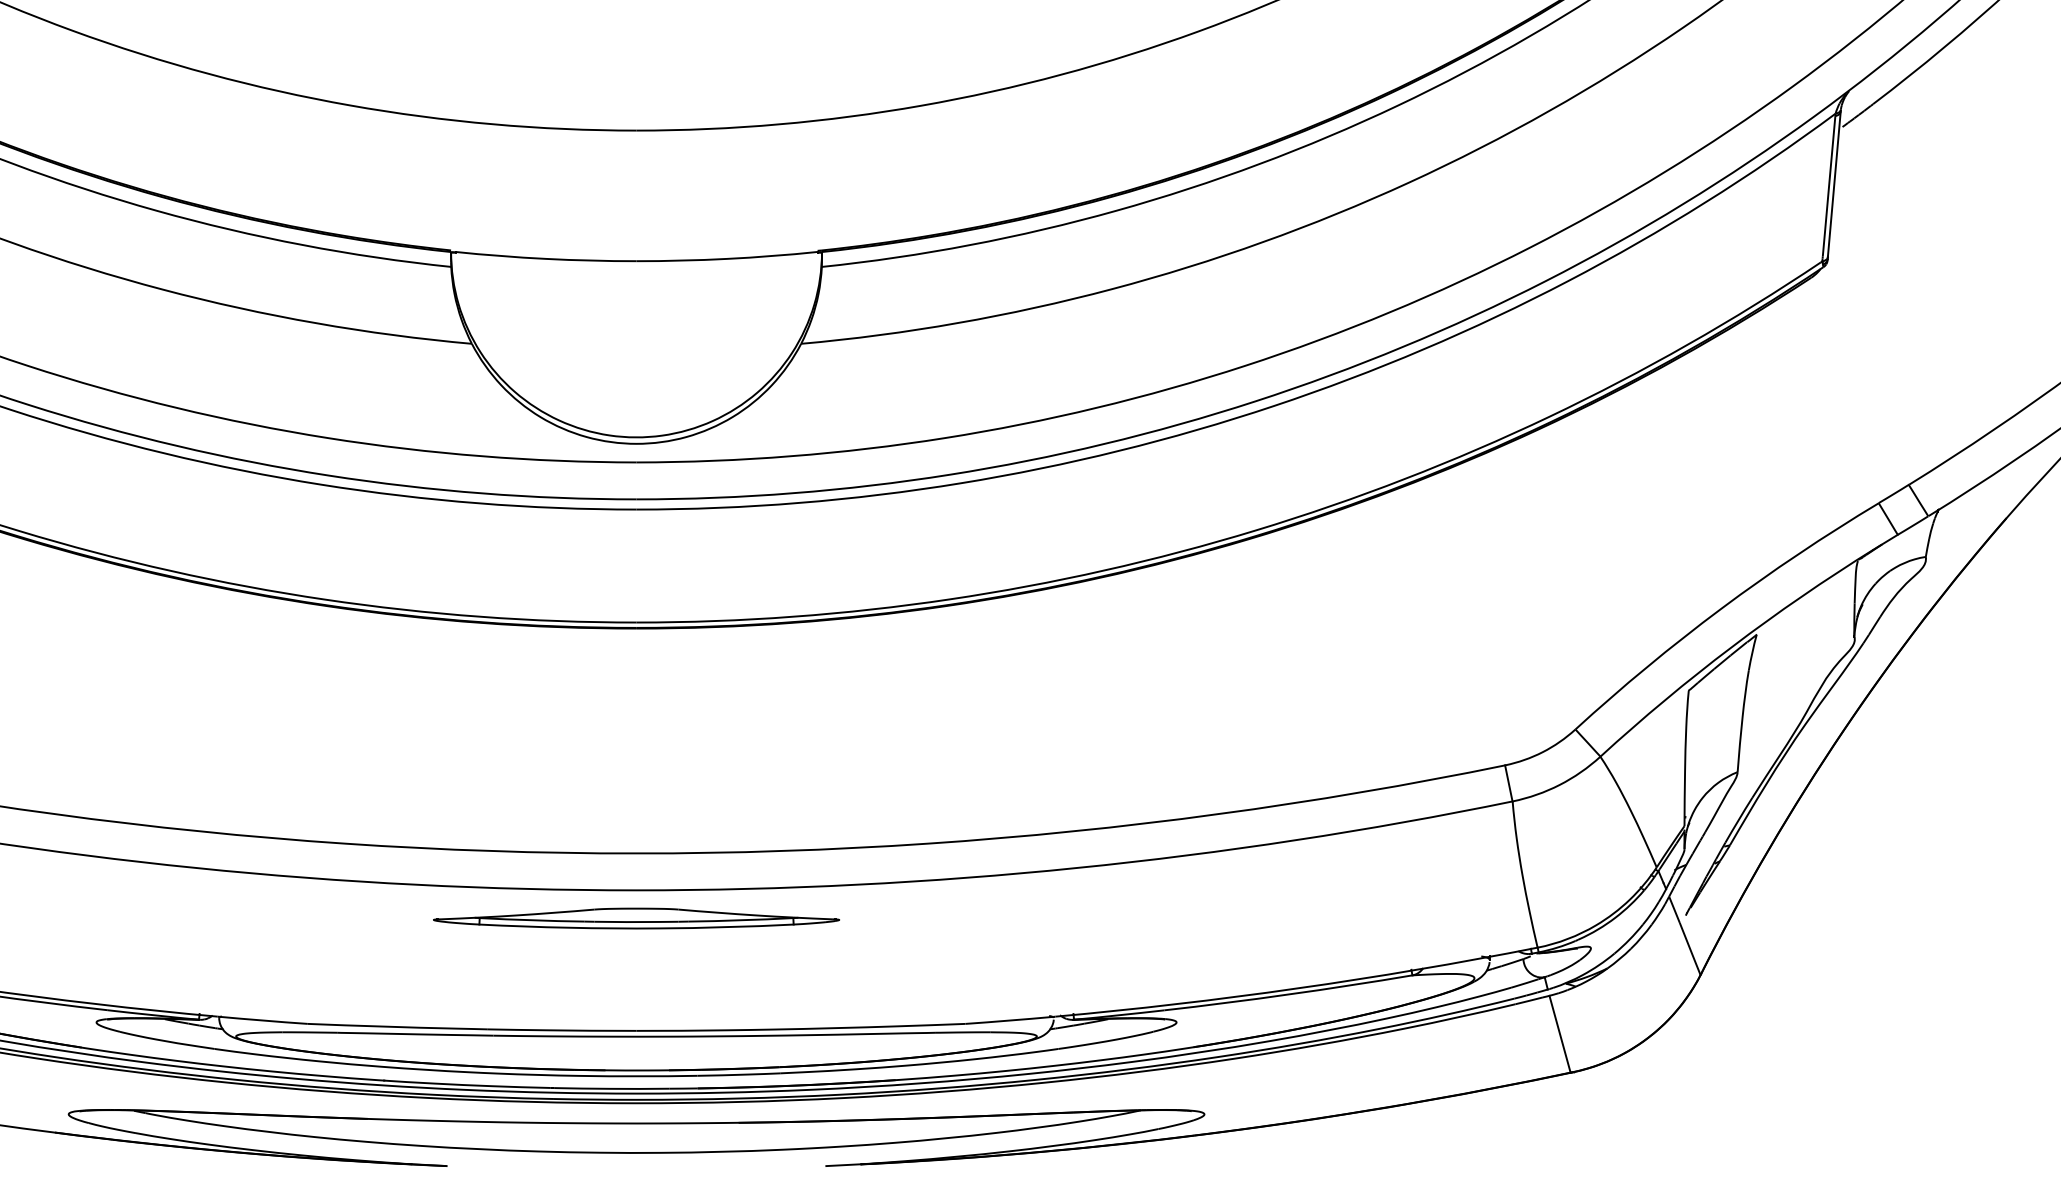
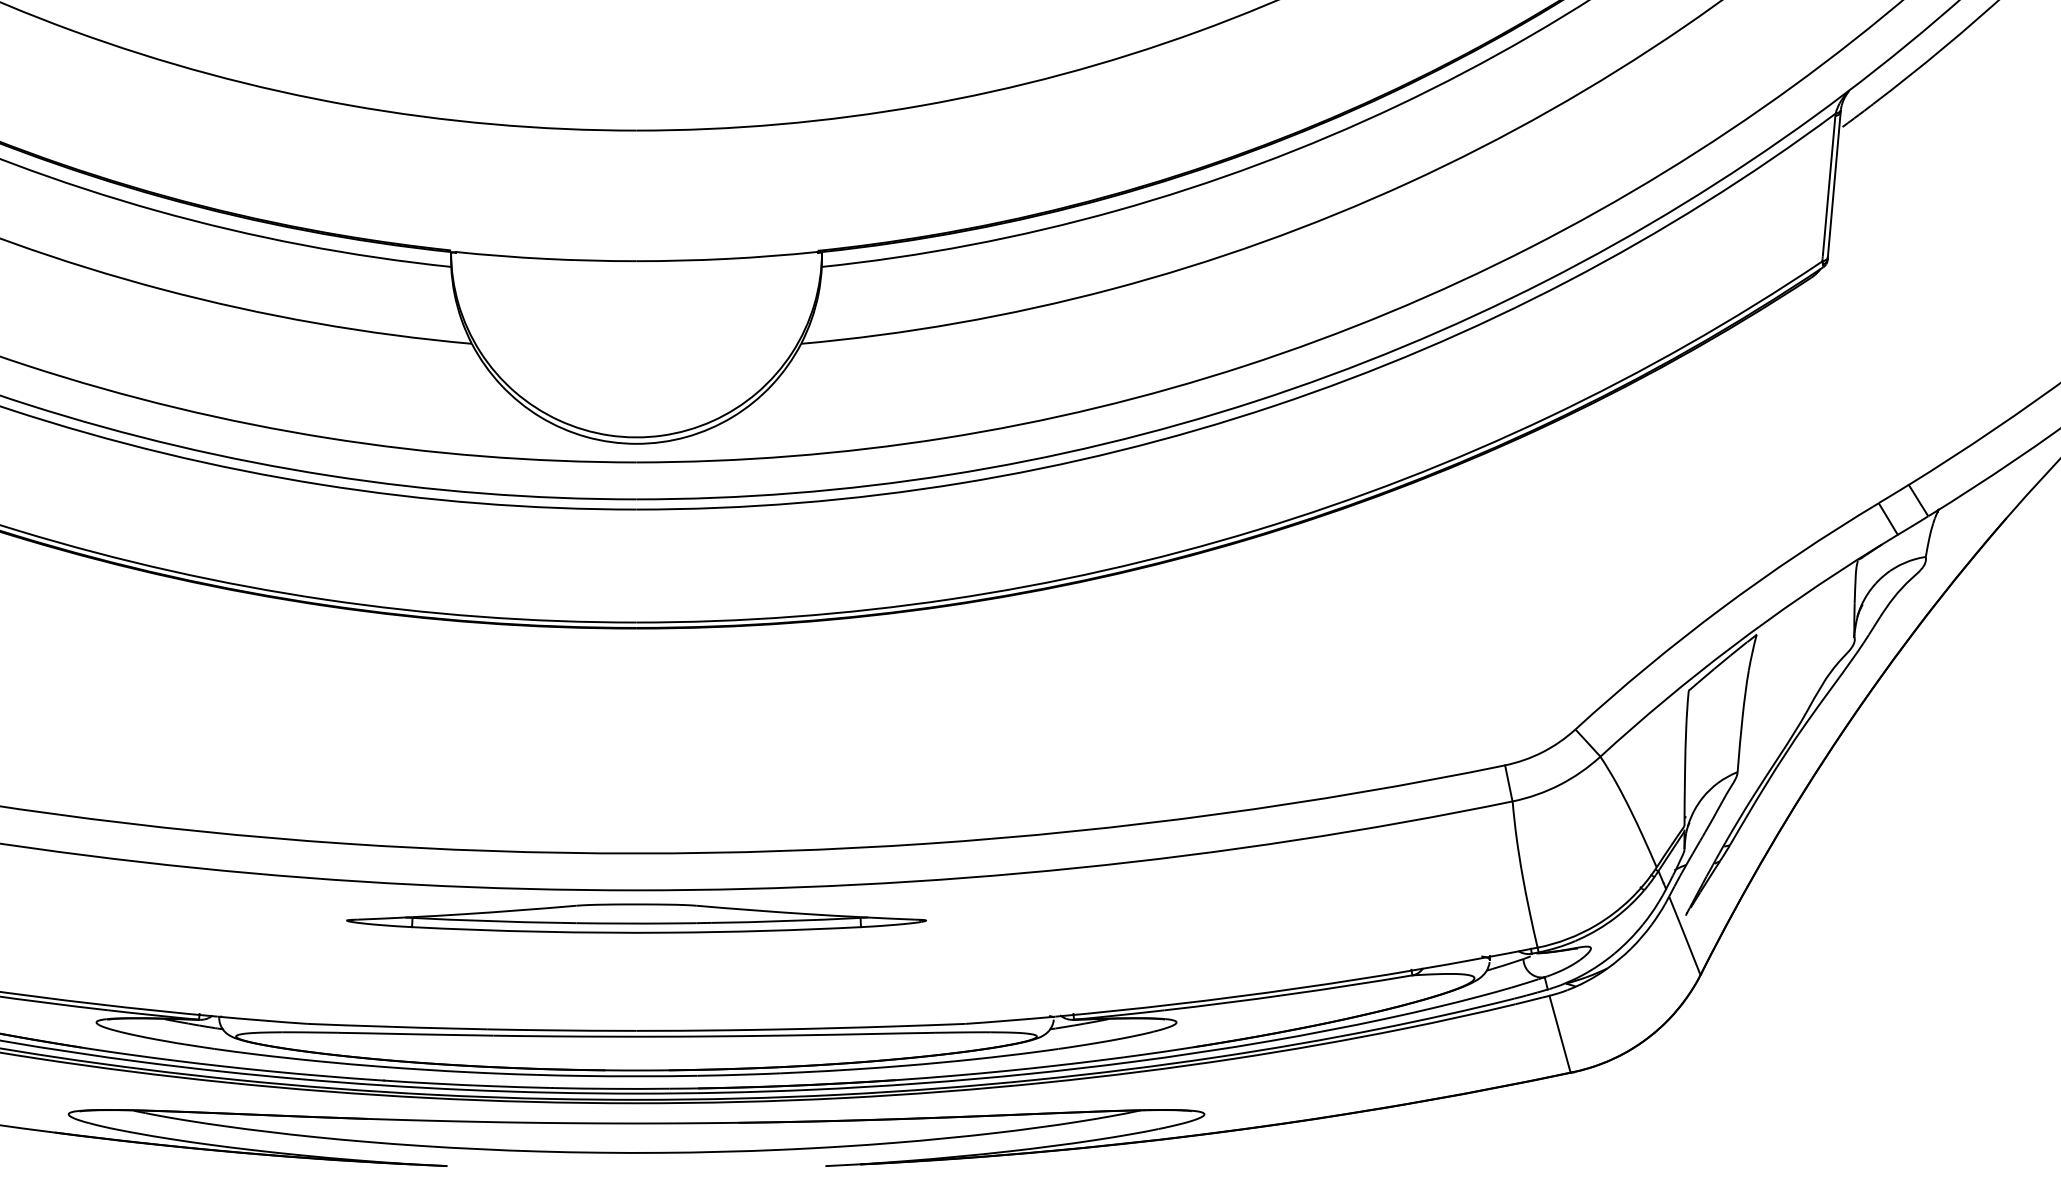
part at (636, 918) size: 407x23 px -> 581x31 px
